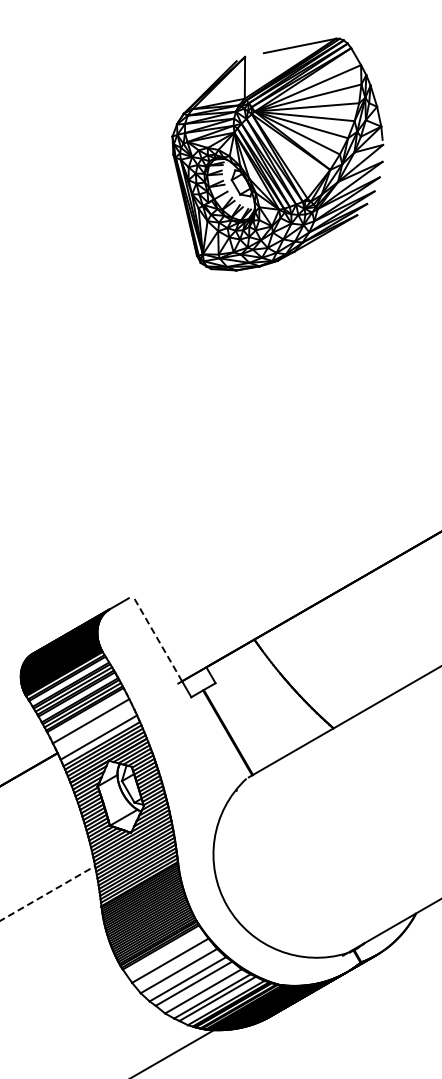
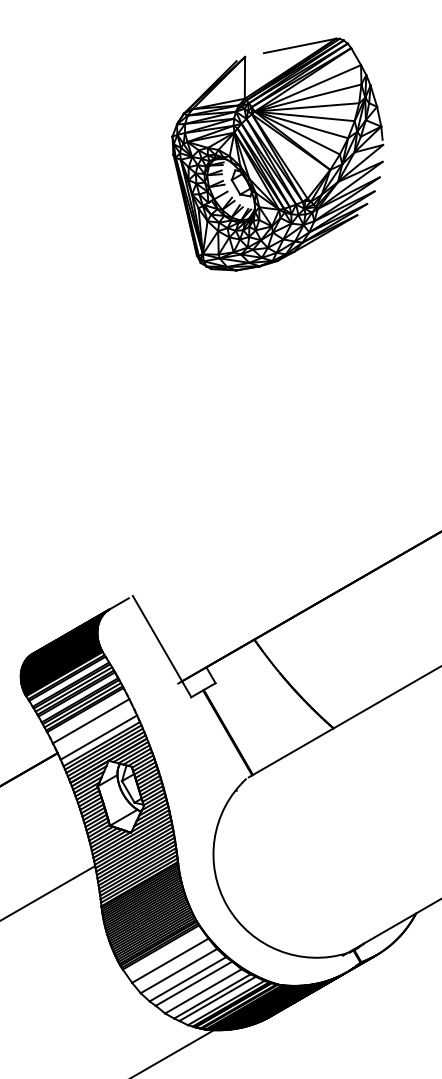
line at (157, 638): dashed -> solid
line at (48, 893): dashed -> solid
